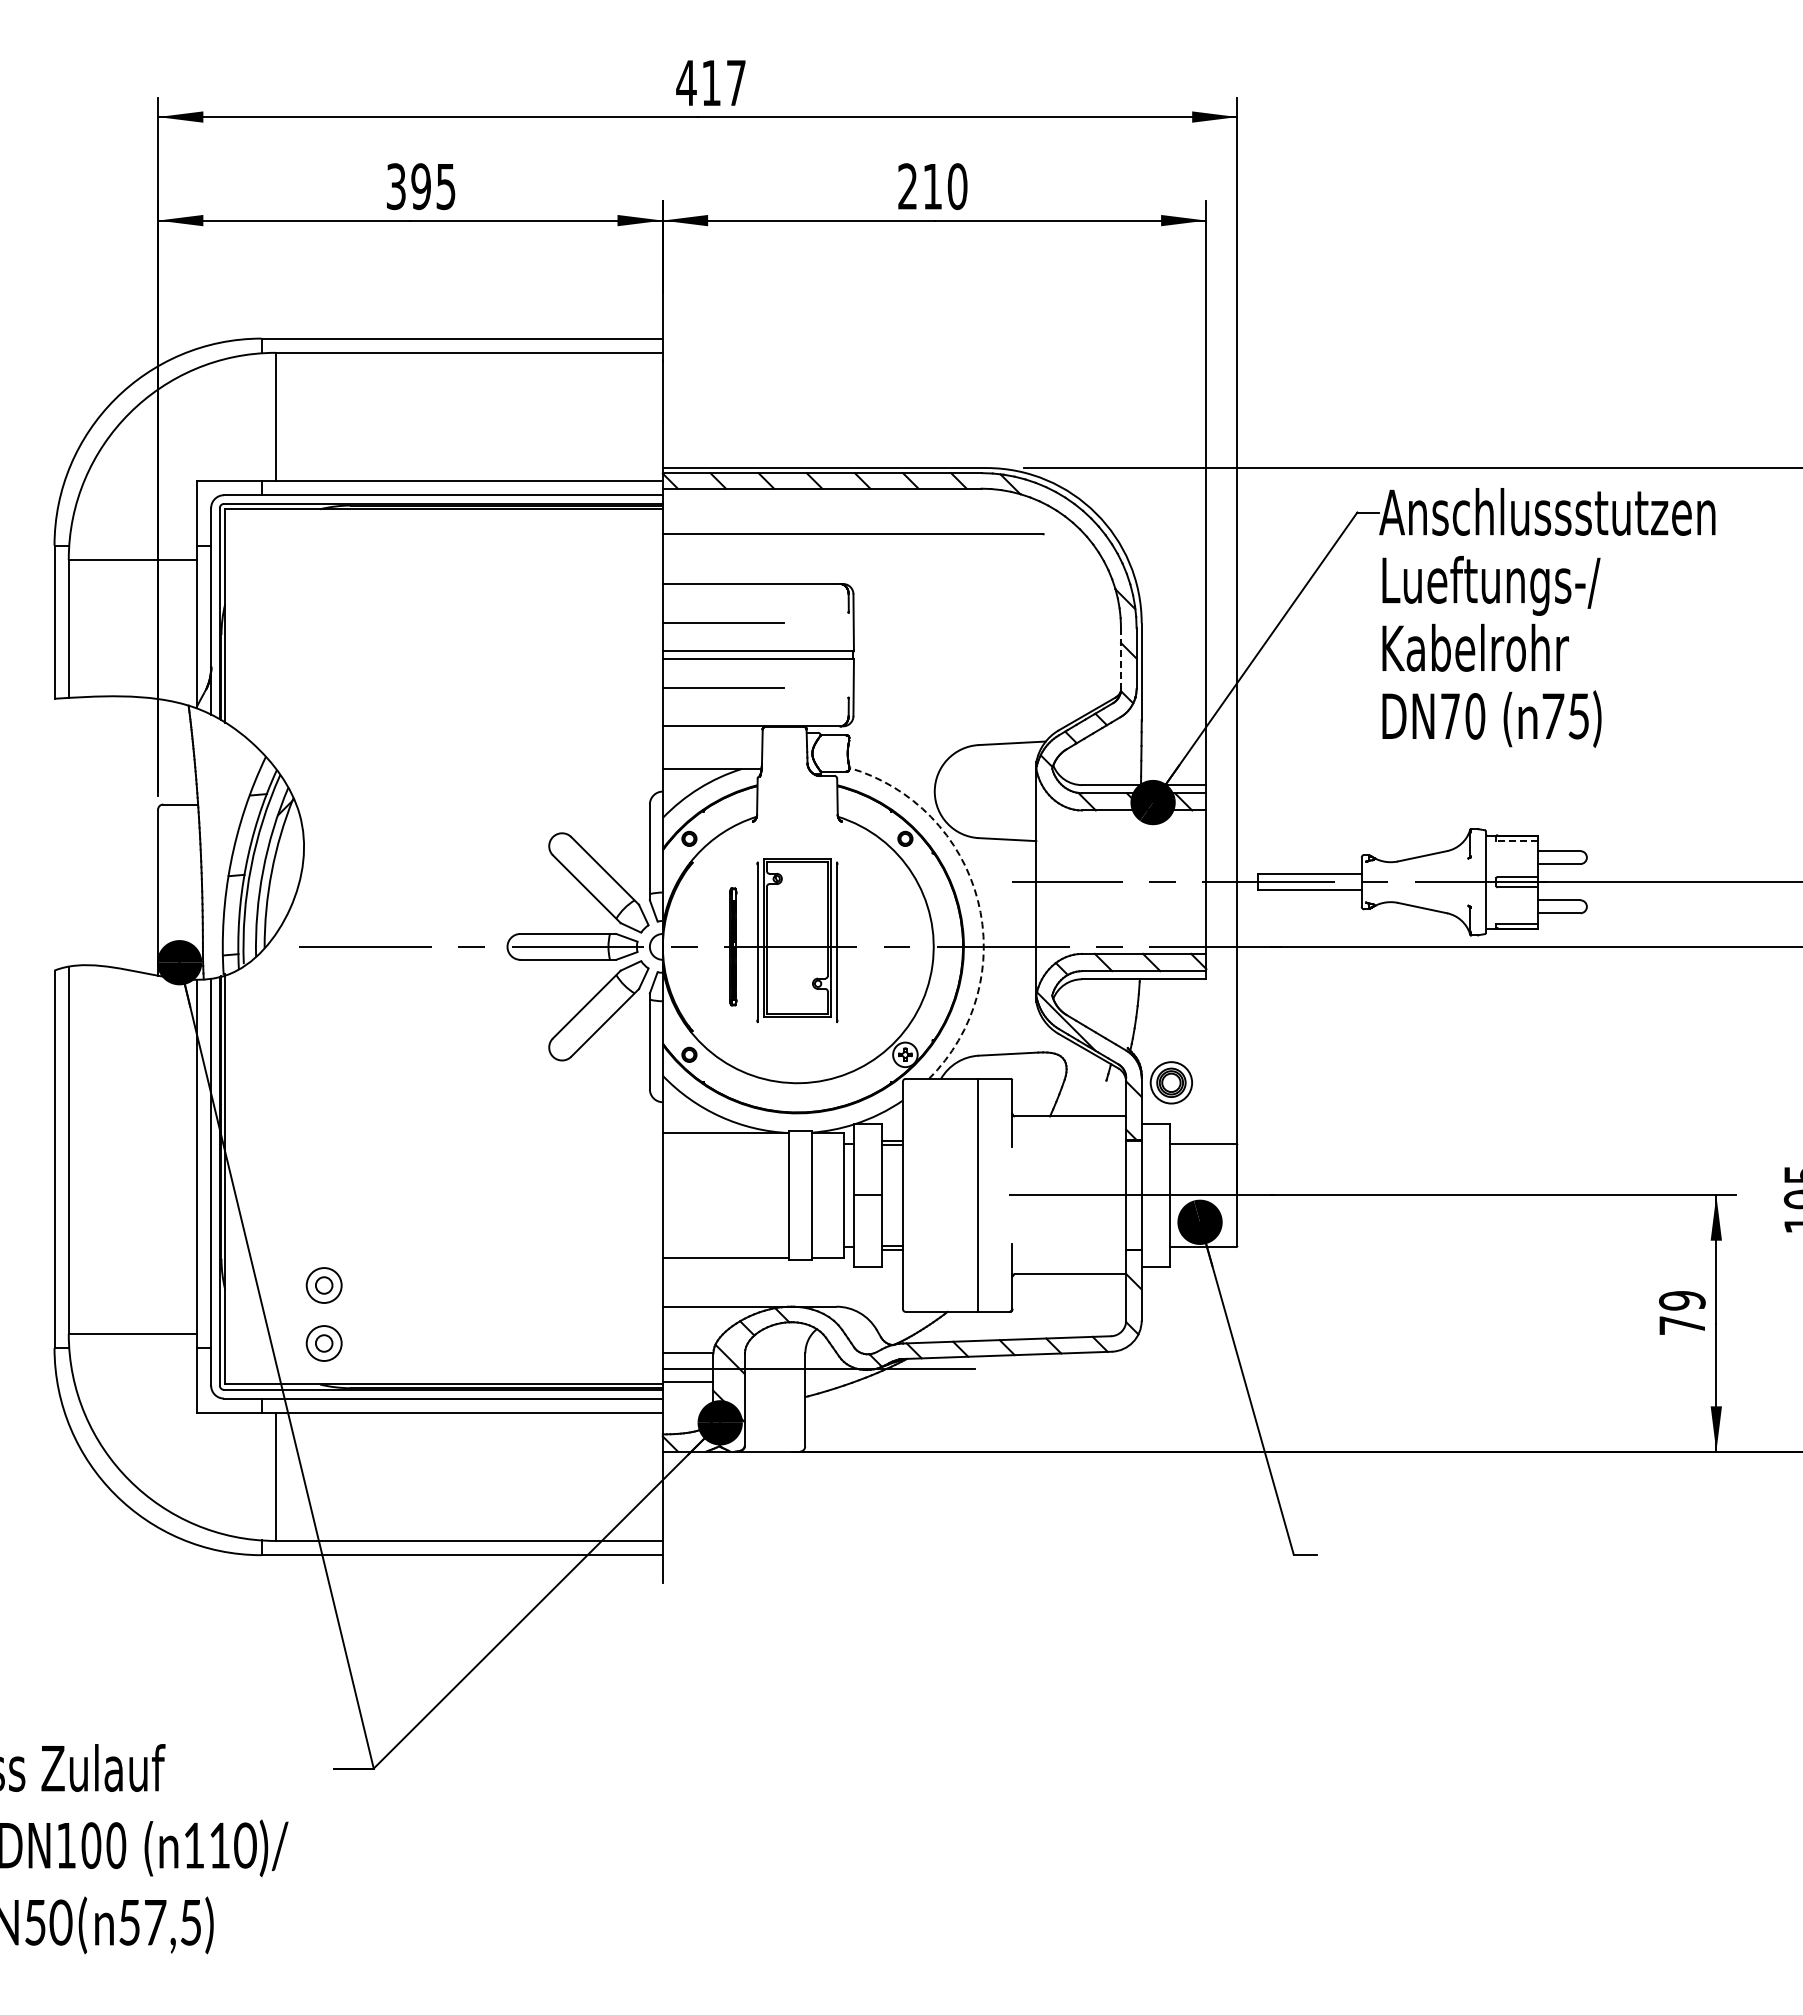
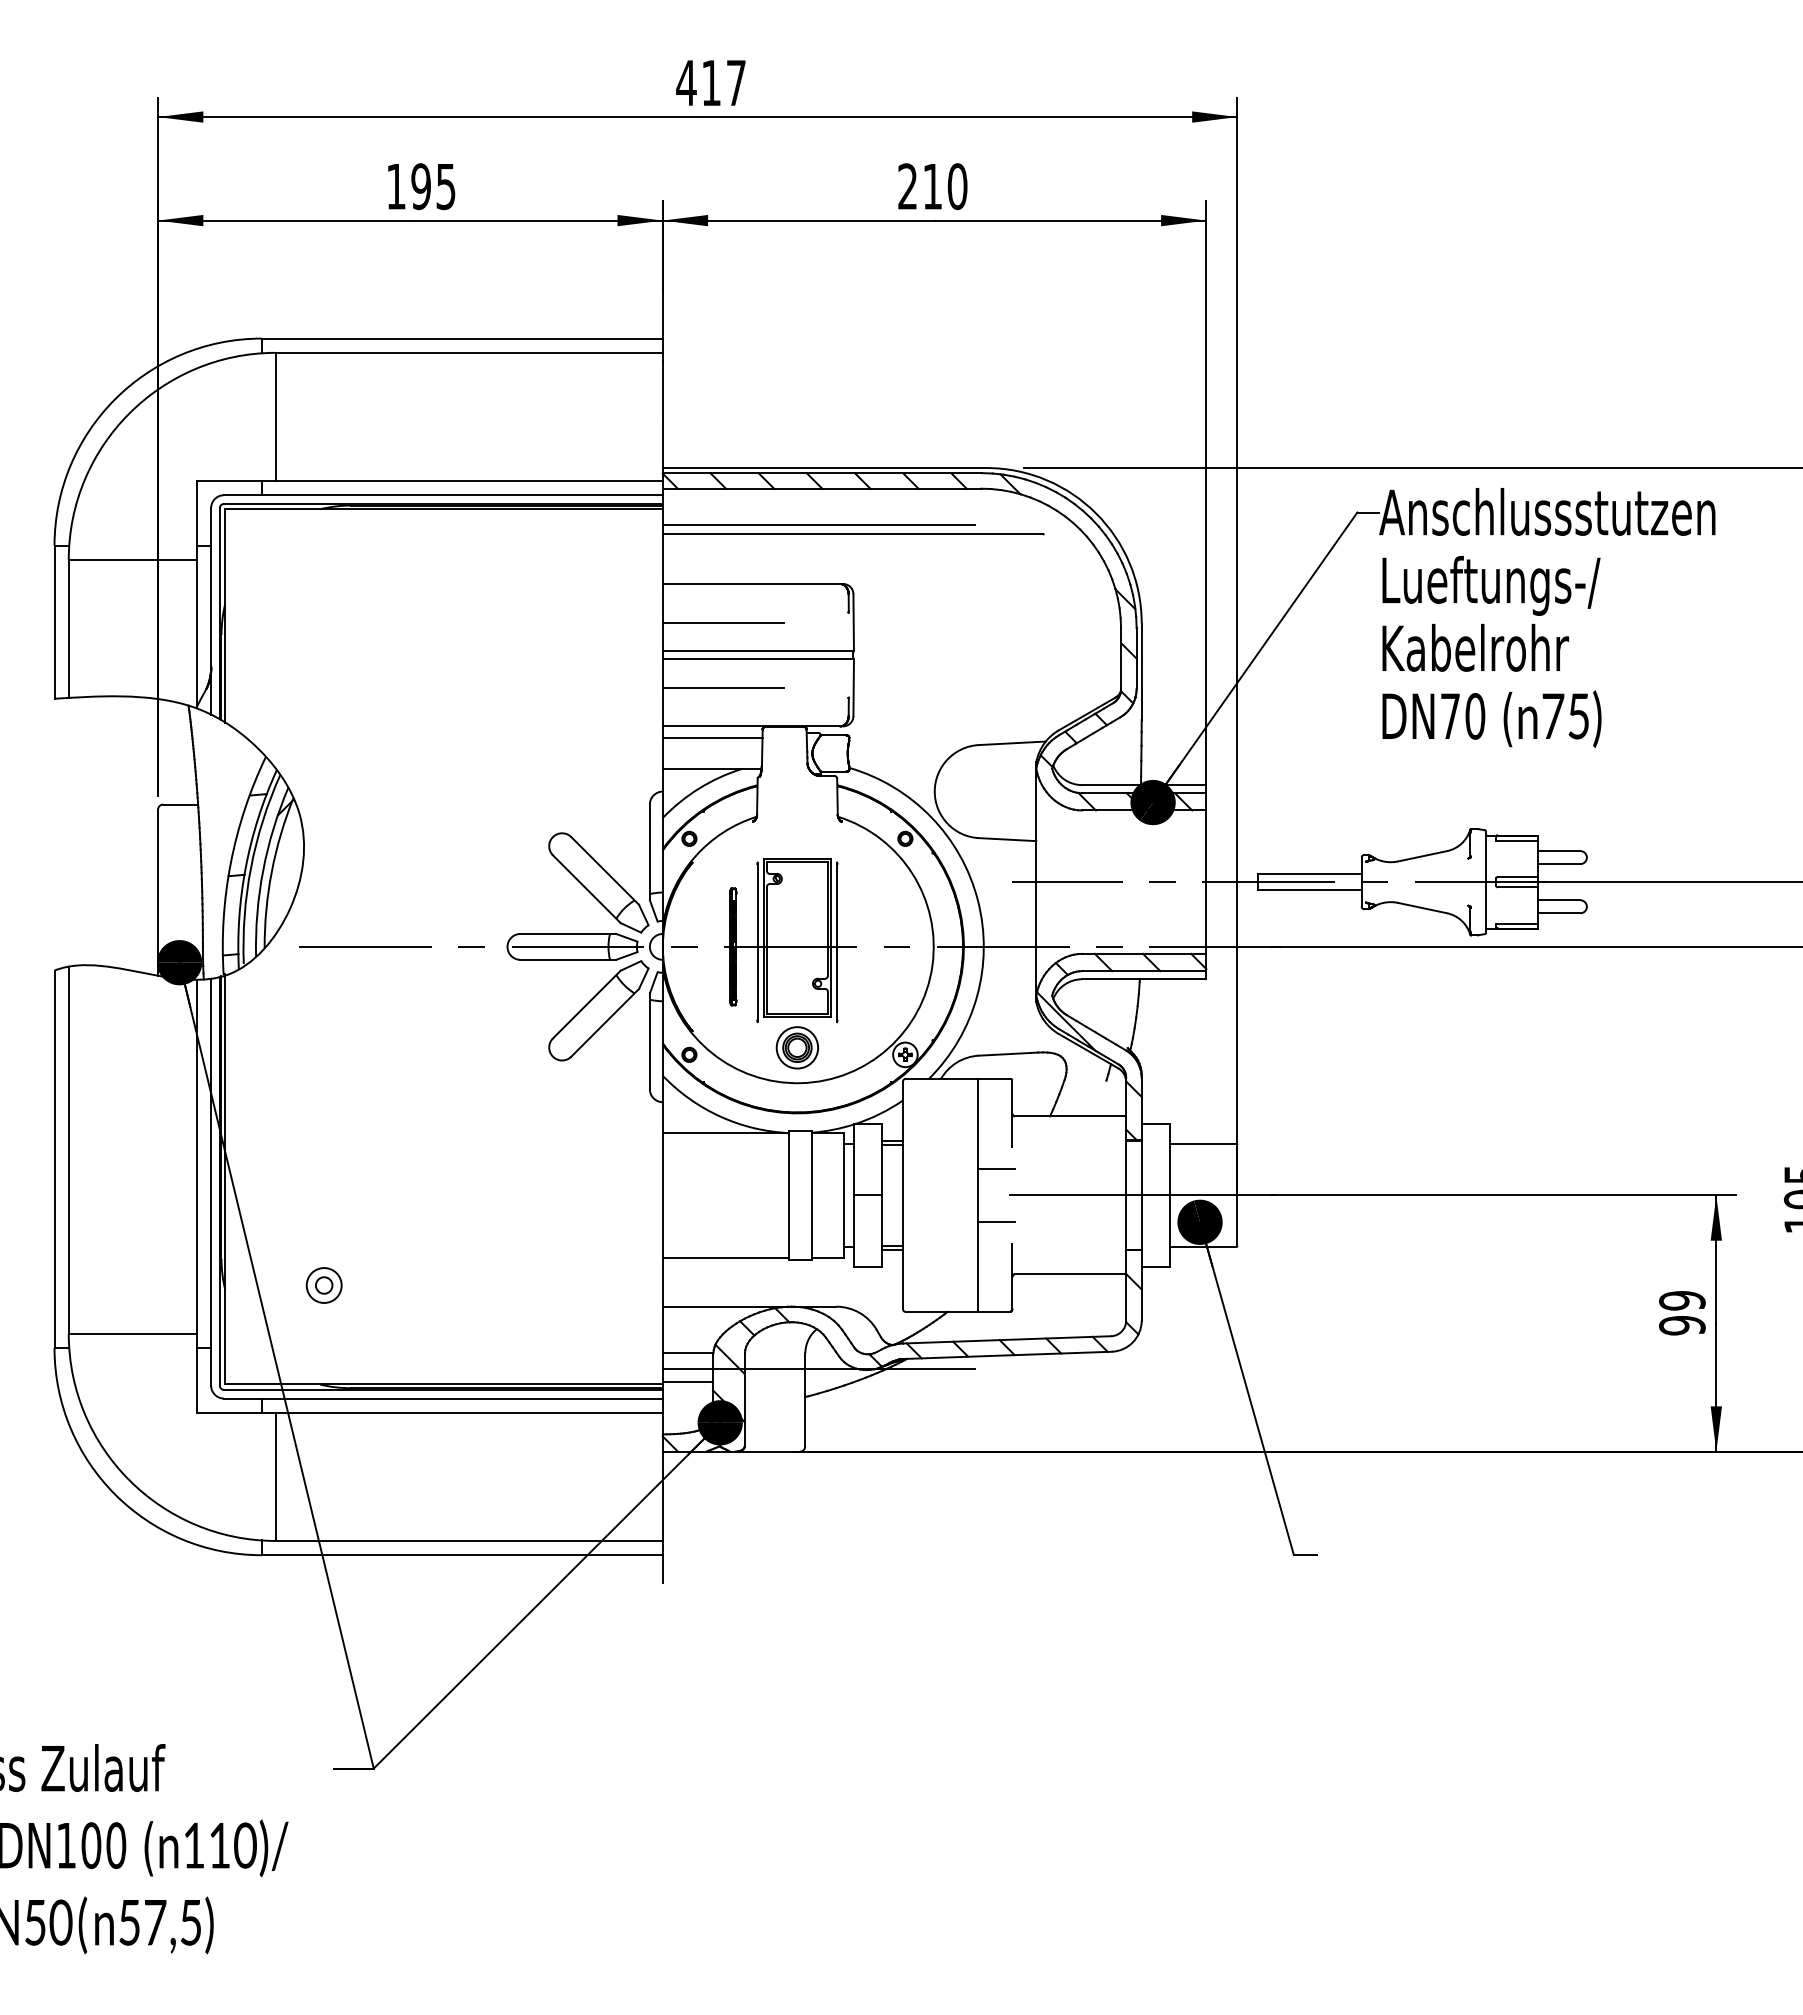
text at (396, 186): 395 -> 195
line at (818, 524): none -> present
line at (1121, 659): dashed -> solid
line at (712, 738): none -> present
line at (1517, 840): dashed -> solid
arc at (977, 900): dashed -> solid
part at (1170, 1082) position: (1170, 1082) -> (796, 1047)
line at (996, 1168): none -> present
line at (996, 1221): none -> present
text at (1682, 1325): 79 -> 99
part at (323, 1343): present -> none
